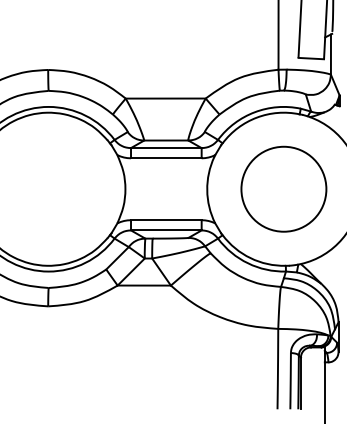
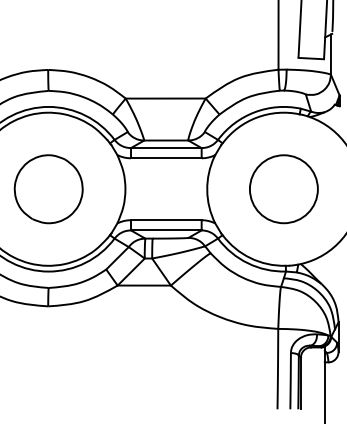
circle at (283, 188) diameter: 85 px -> 68 px
part at (48, 189): none -> present
